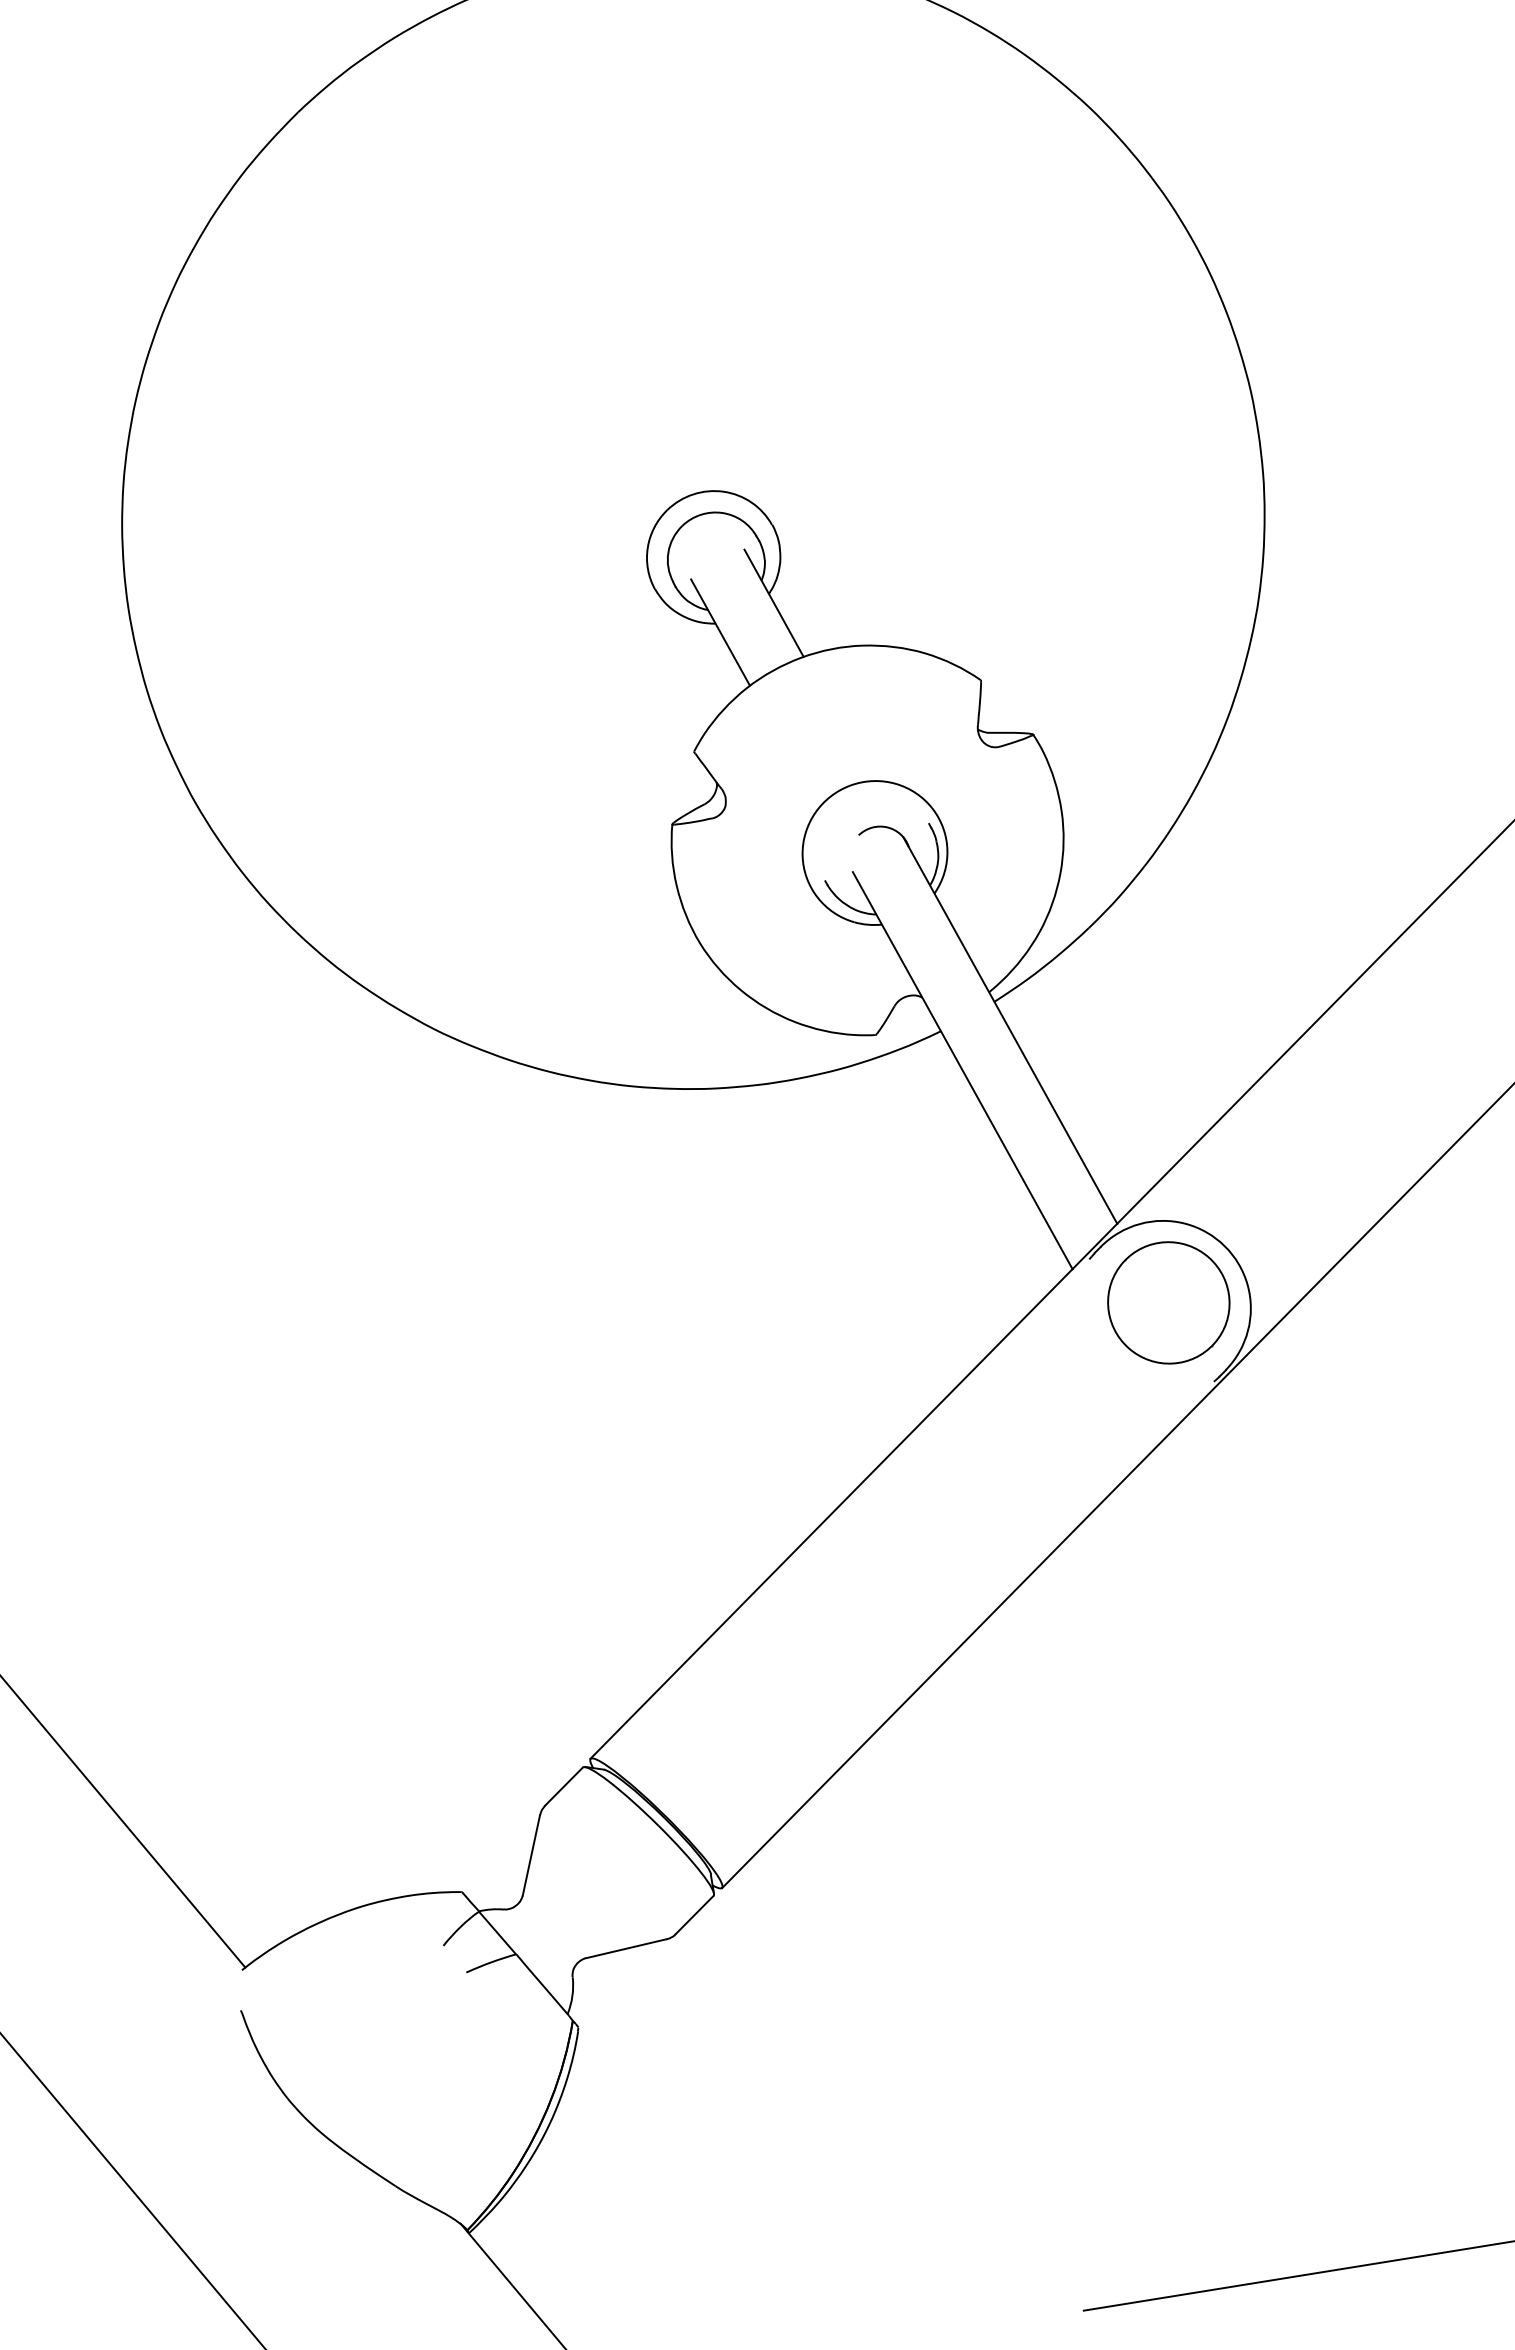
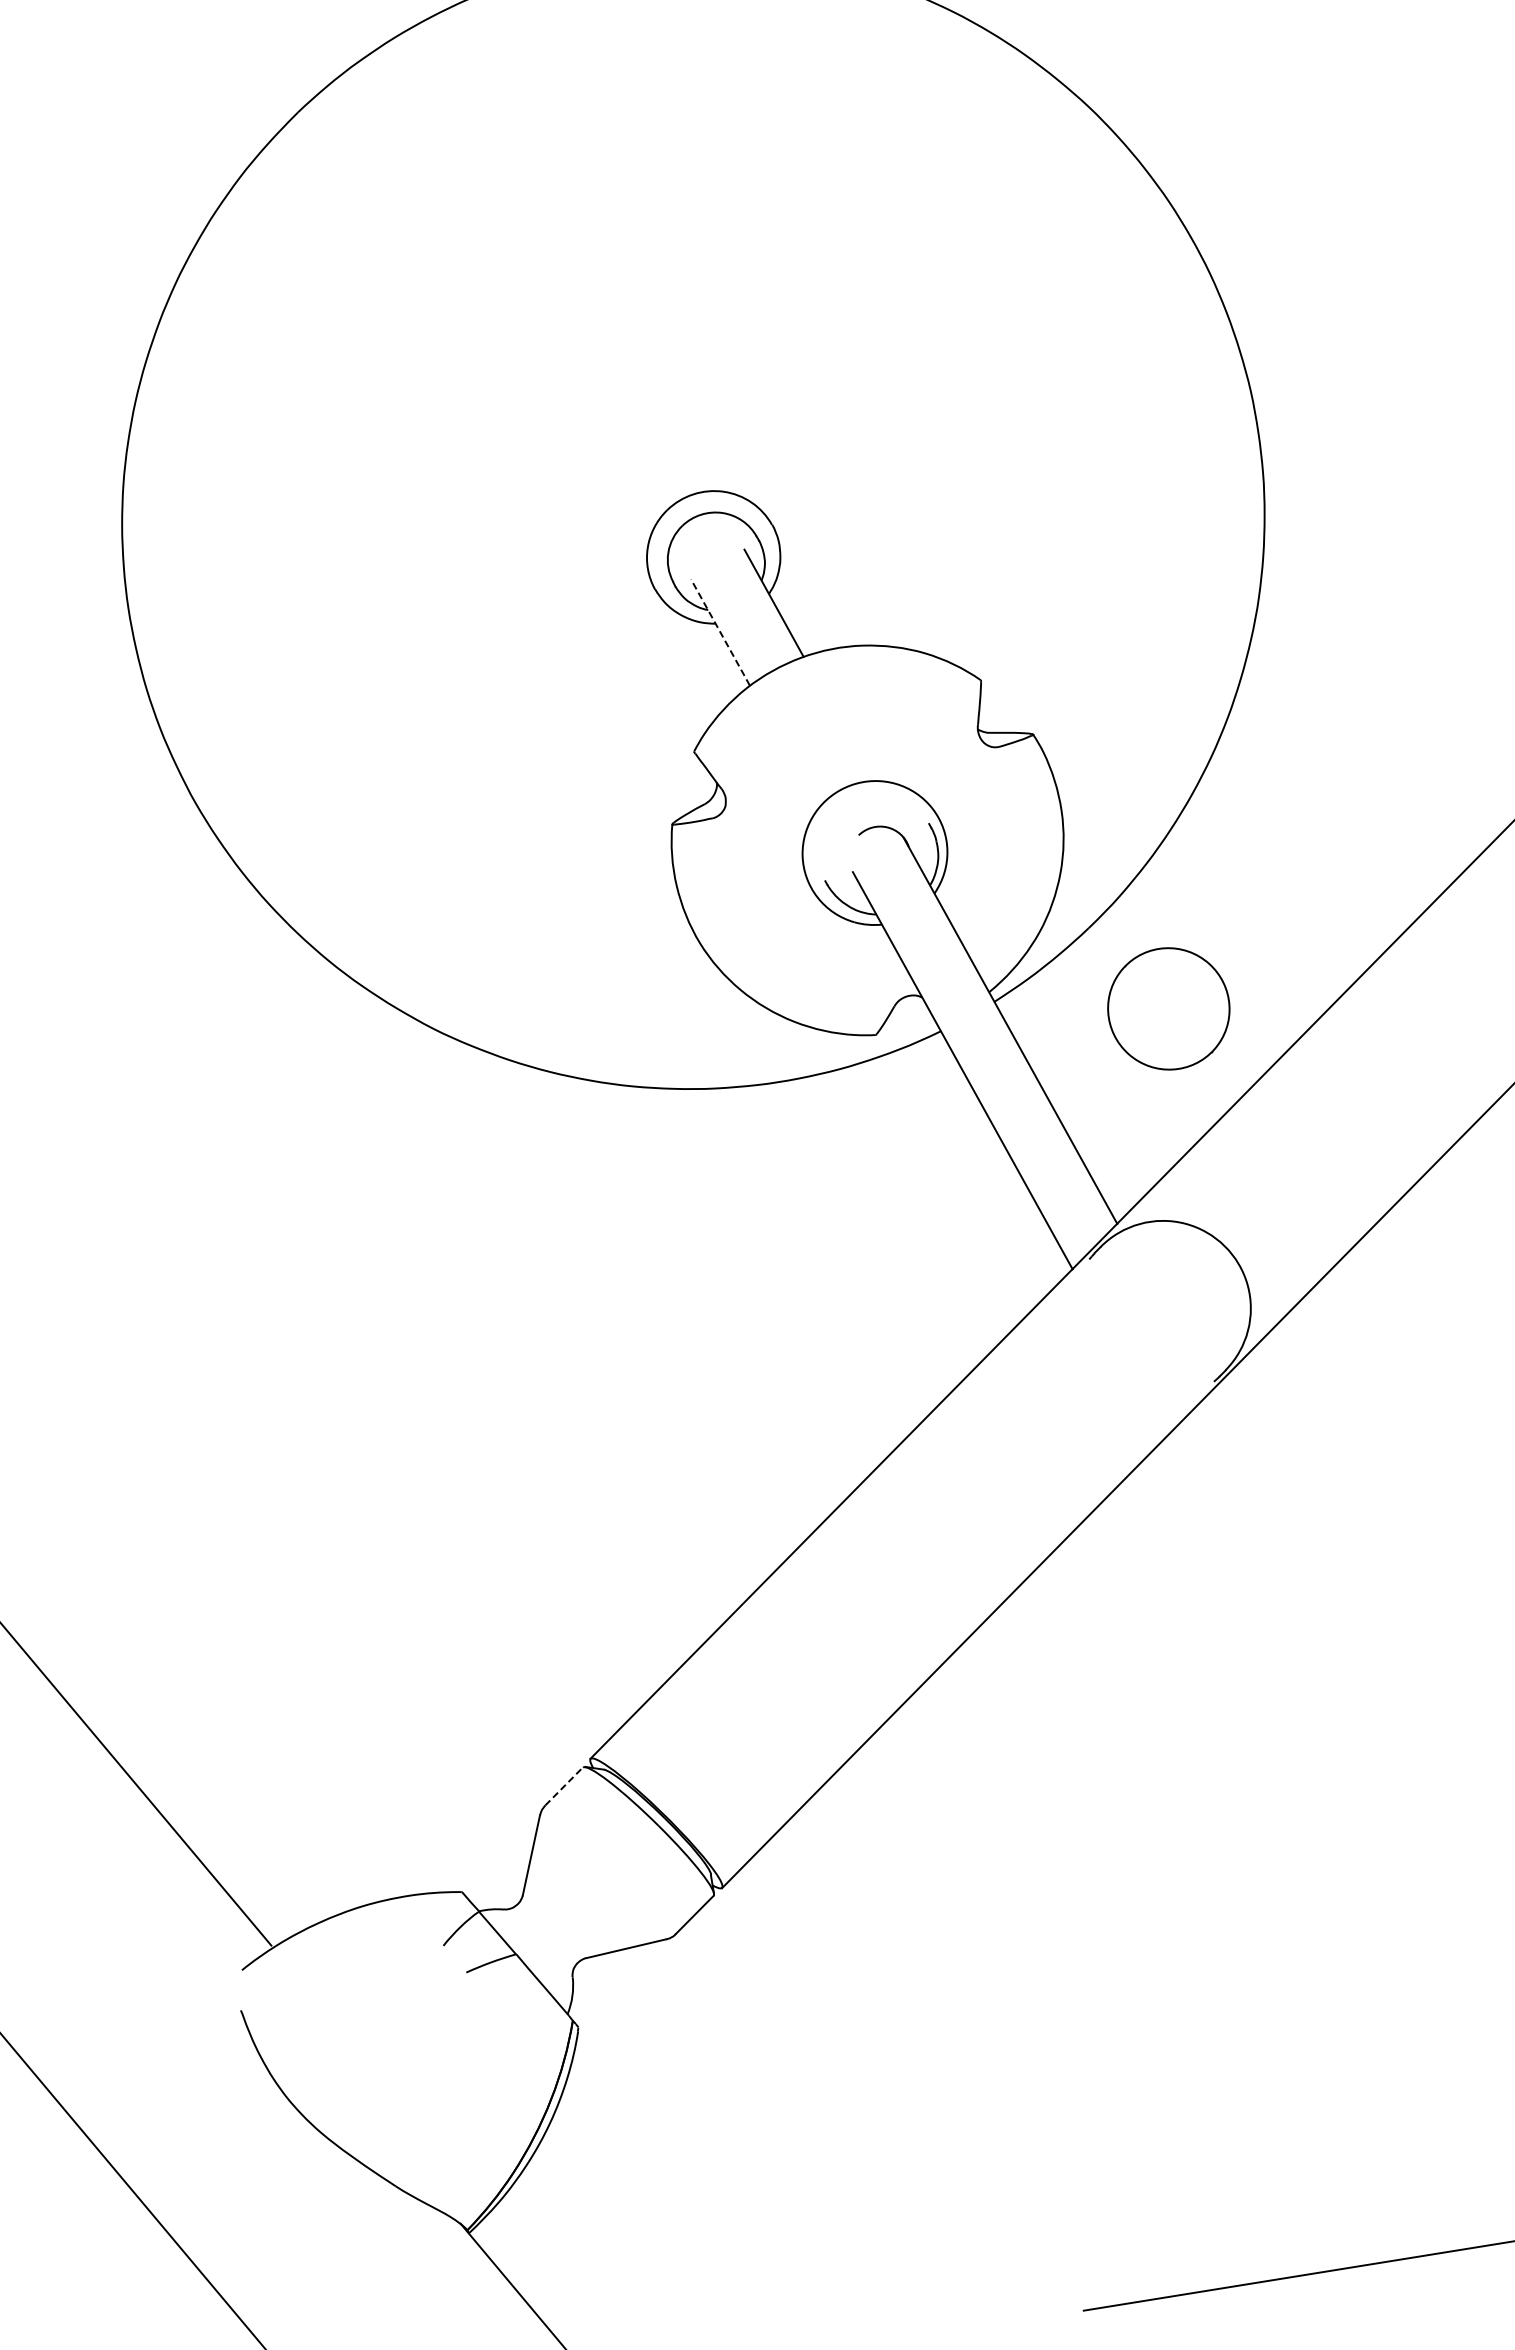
line at (720, 632): solid -> dashed
part at (1168, 1302) position: (1168, 1302) -> (1168, 1008)
line at (564, 1786): solid -> dashed
line at (123, 1822) position: (123, 1822) -> (136, 1784)
